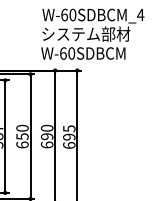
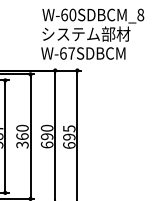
text at (140, 14): W-60SDBCM_4 -> W-60SDBCM_8
text at (71, 53): W-60SDBCM -> W-67SDBCM
text at (22, 140): 650 -> 360
